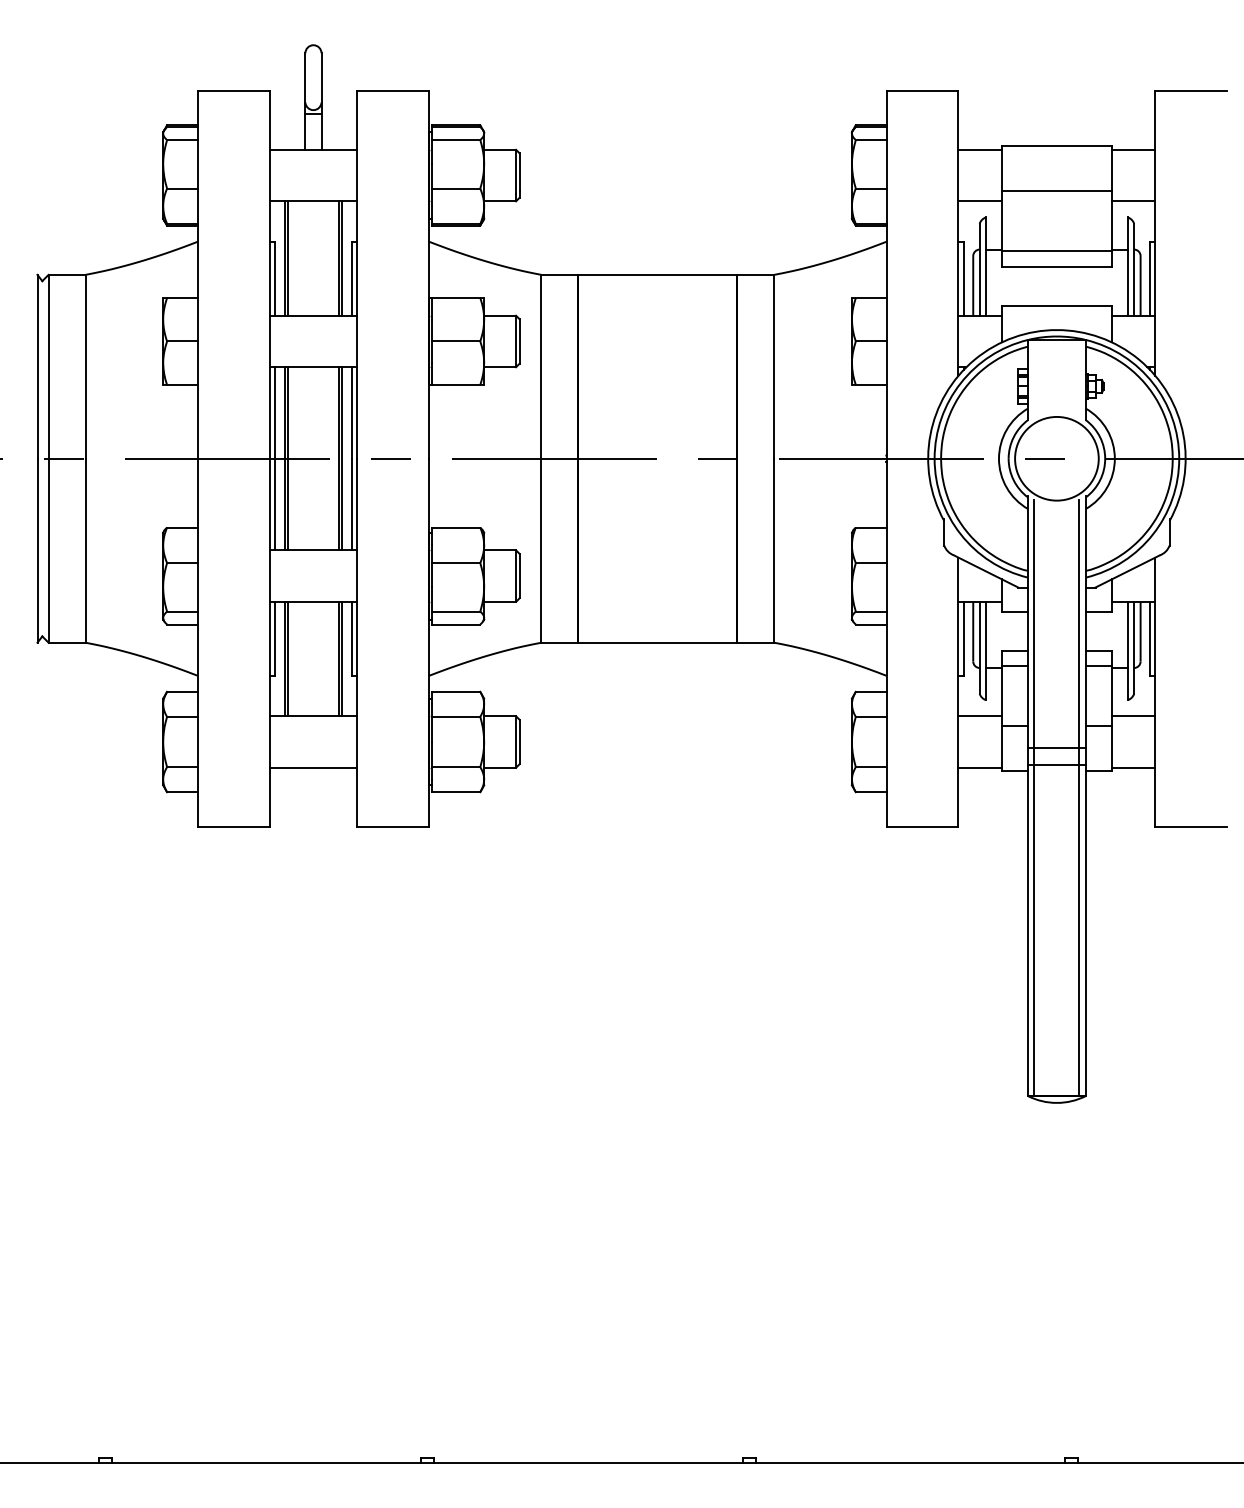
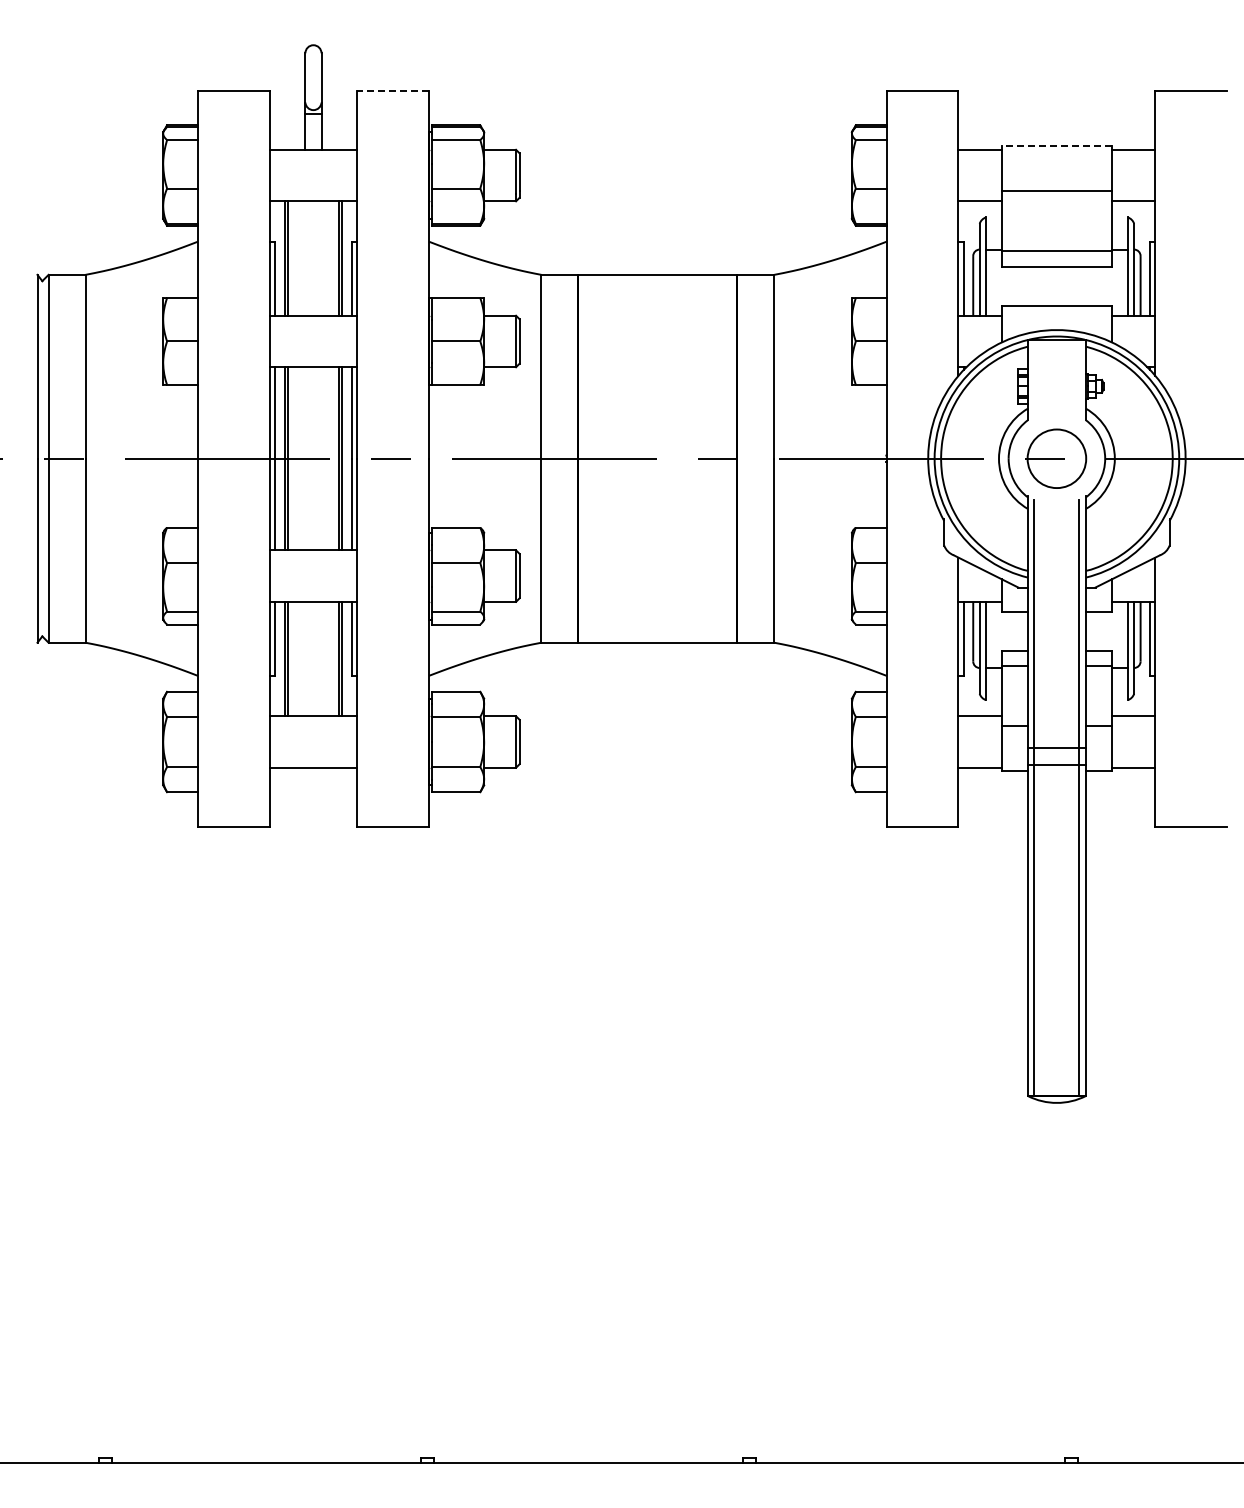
line at (393, 90): solid -> dashed
line at (1056, 146): solid -> dashed
circle at (1056, 458) diameter: 84 px -> 59 px
